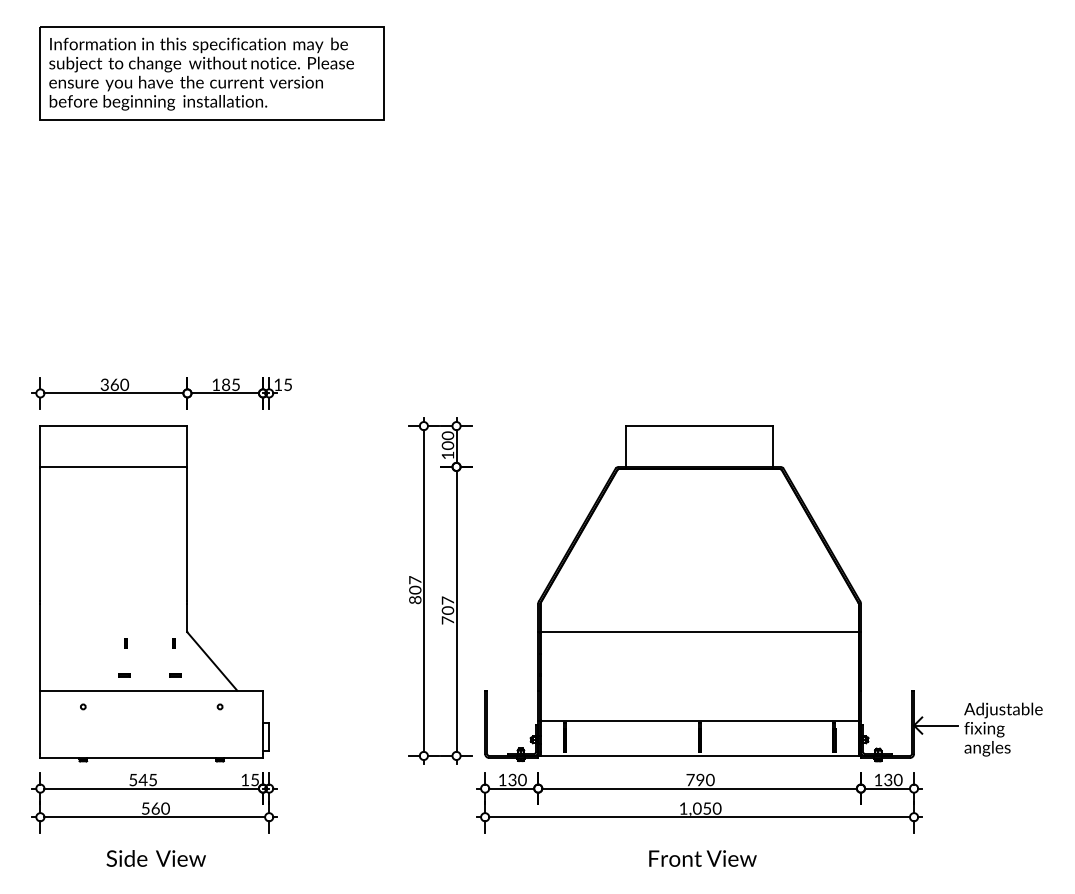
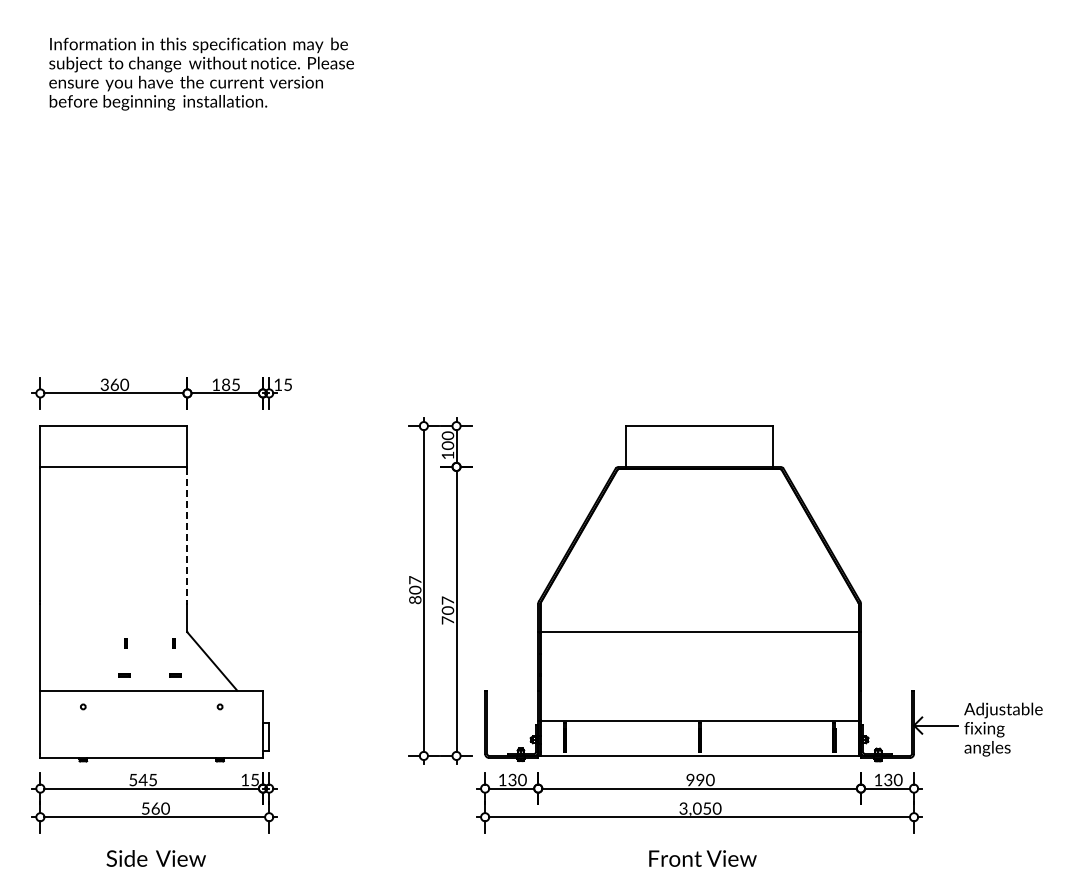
part at (211, 73): present -> none
line at (187, 535): solid -> dashed
text at (690, 779): 790 -> 990
text at (683, 808): 1,050 -> 3,050
